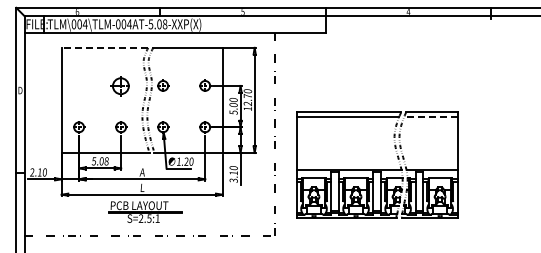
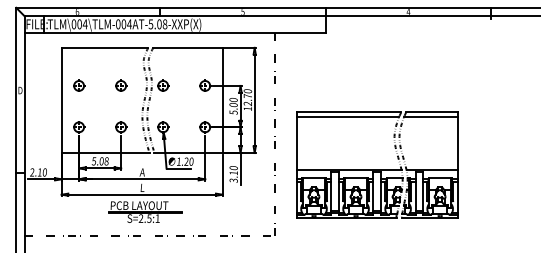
line at (104, 47): dashed -> solid
part at (79, 85): none -> present
part at (119, 86) size: 20x21 px -> 13x13 px
line at (430, 116): dashed -> solid
